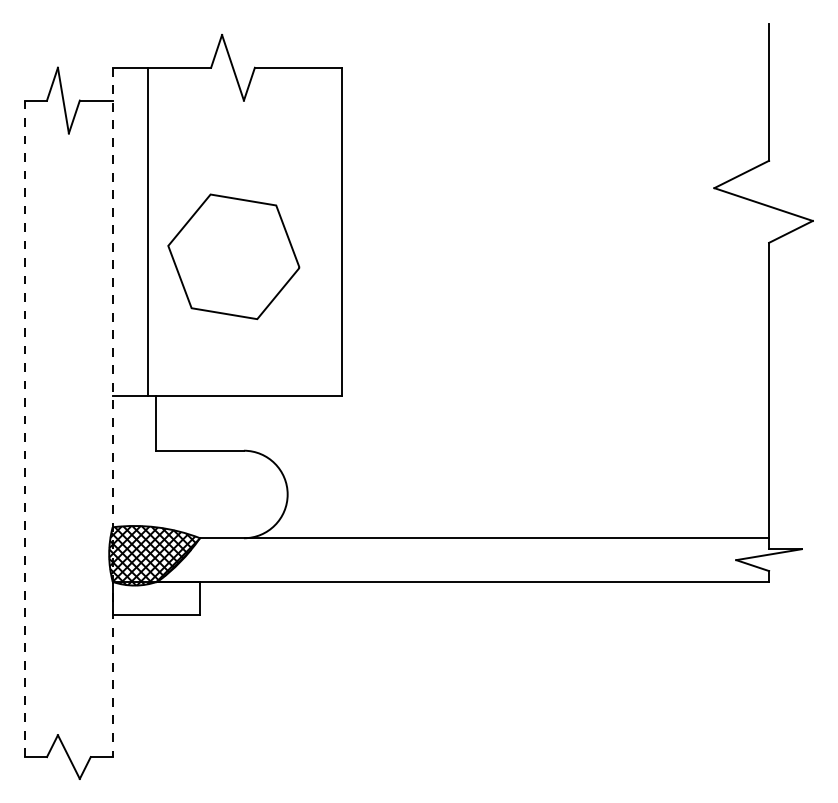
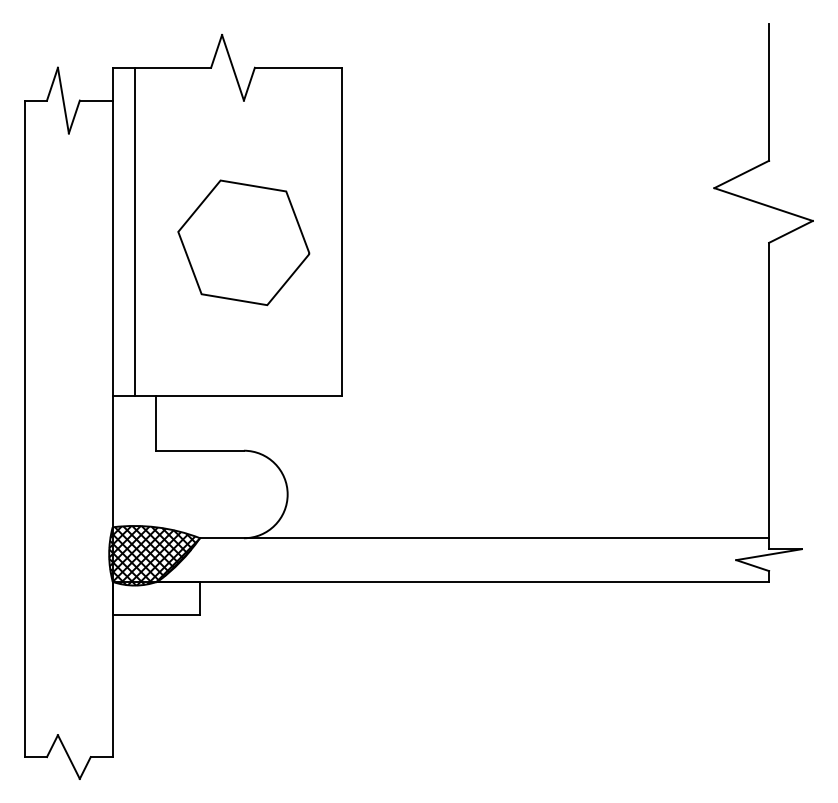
line at (147, 231) position: (147, 231) -> (134, 231)
part at (233, 256) position: (233, 256) -> (243, 242)
line at (112, 412): dashed -> solid
line at (25, 429): dashed -> solid
